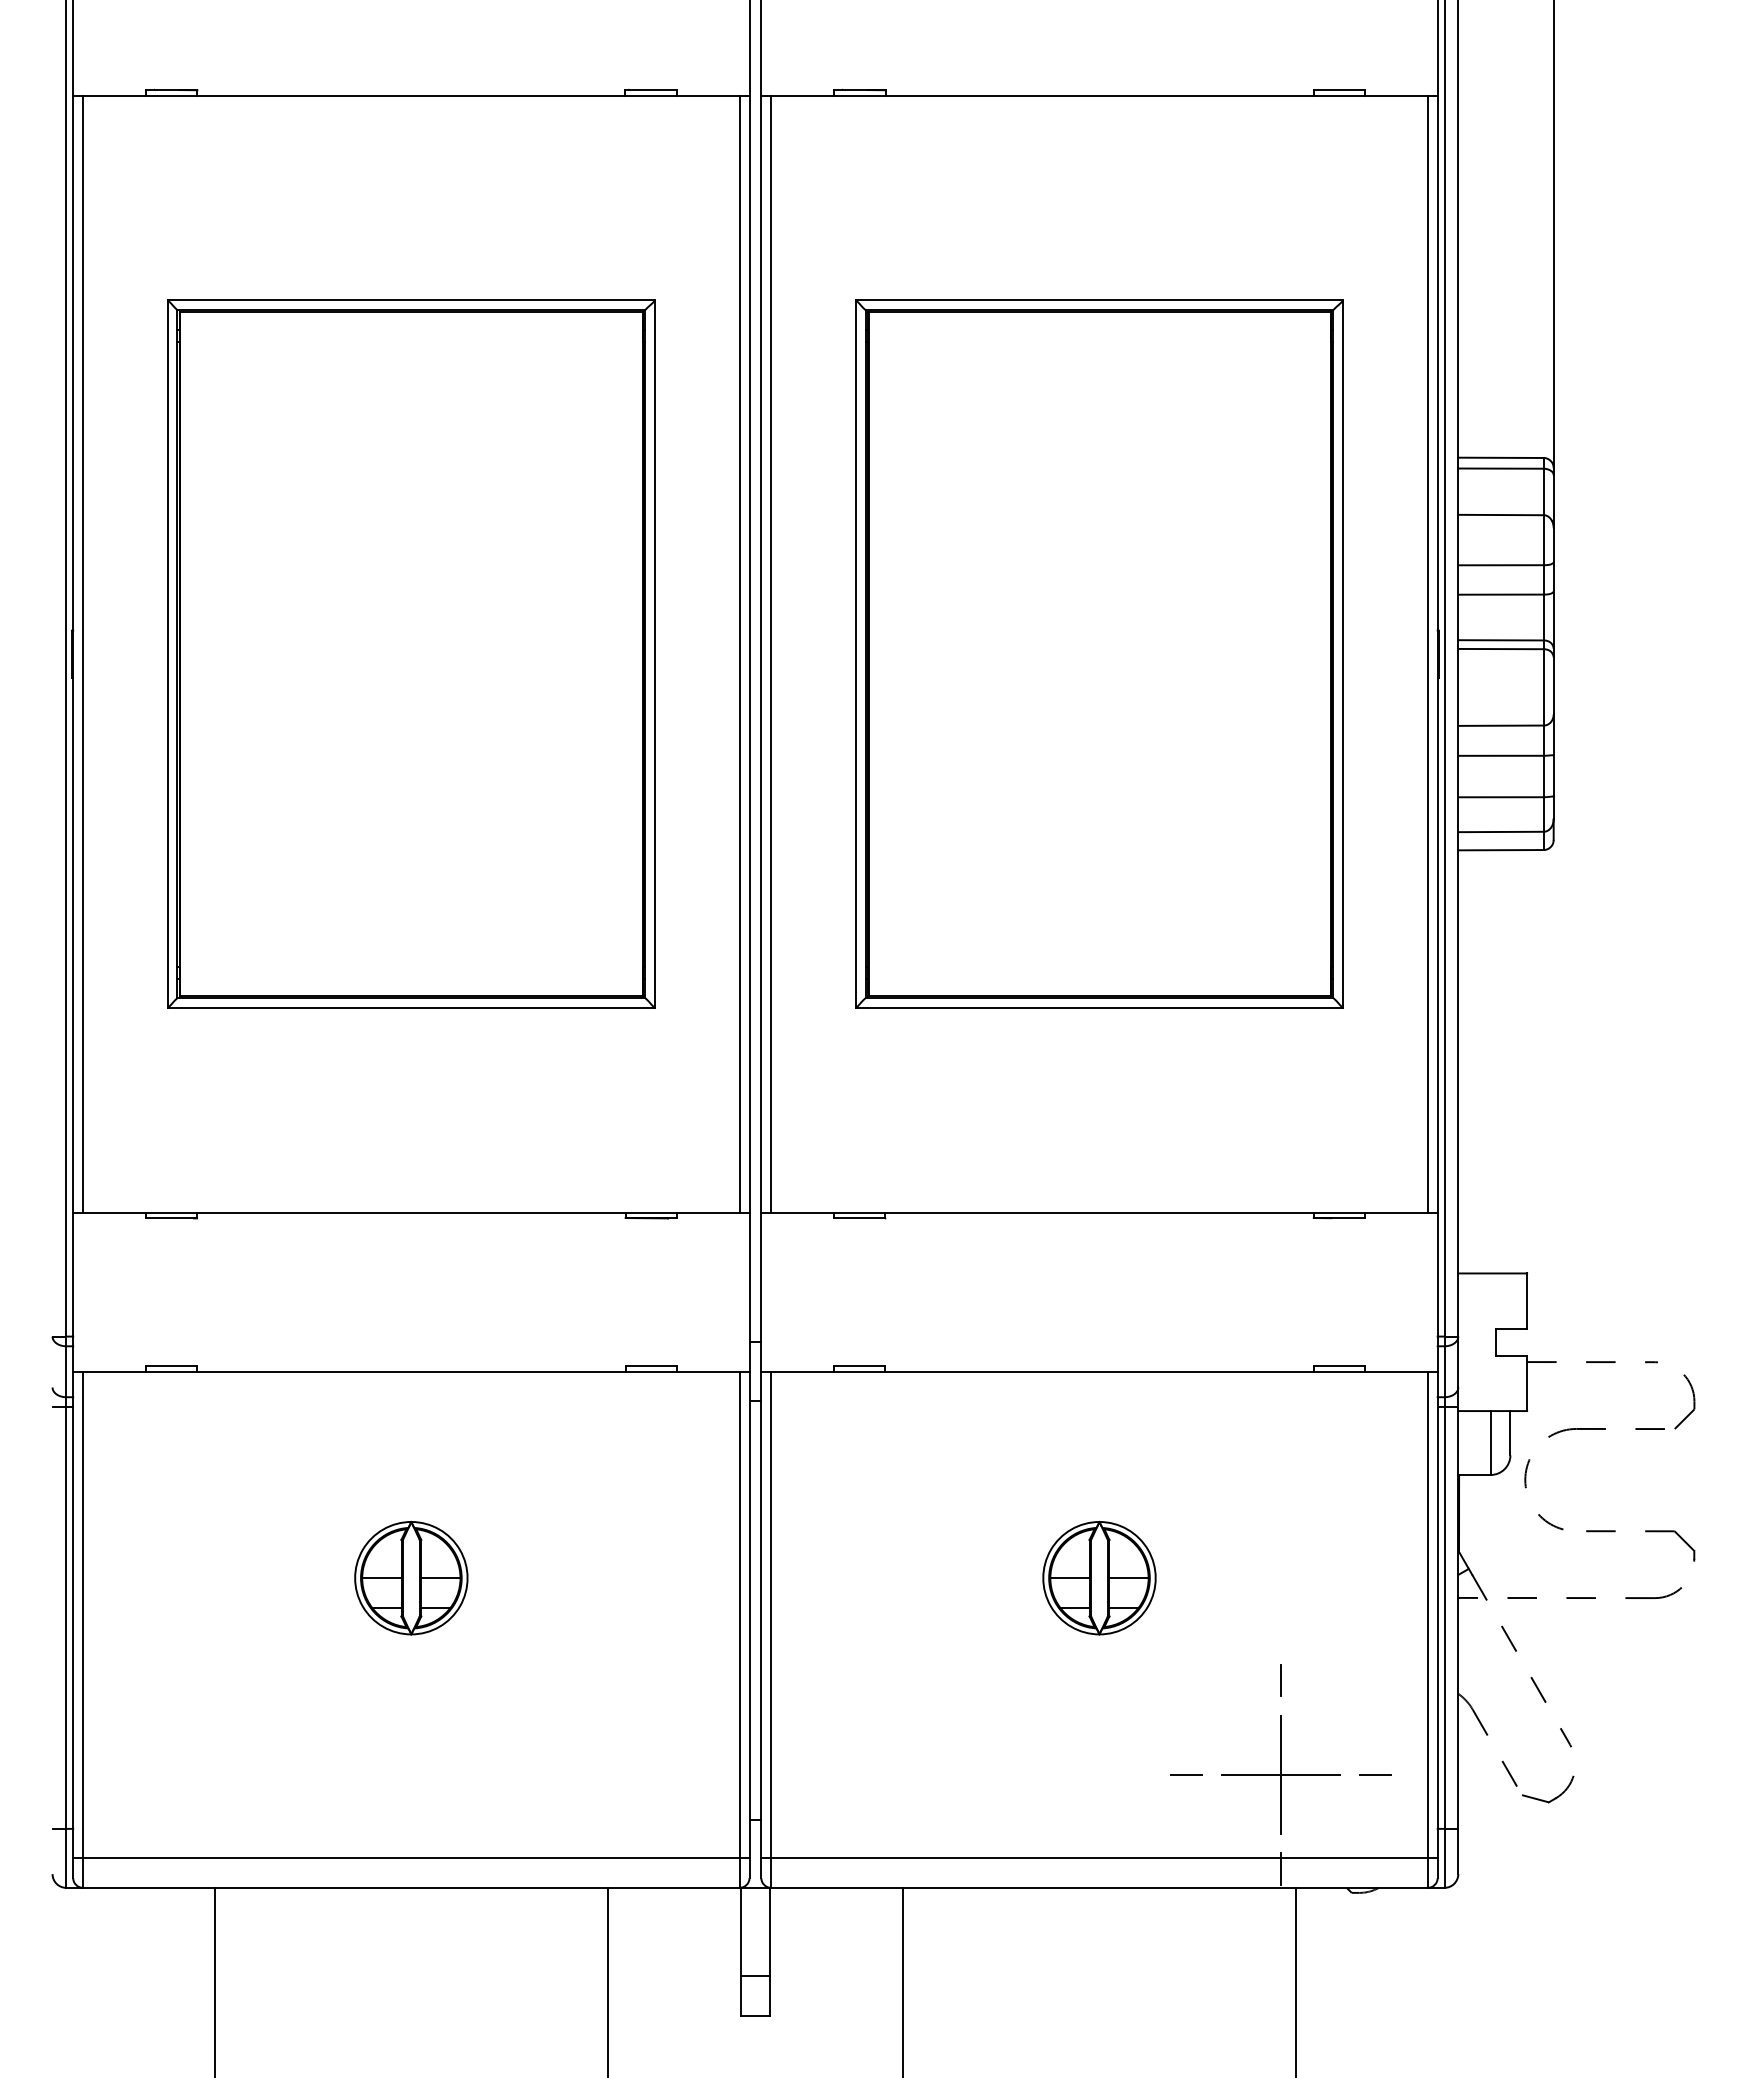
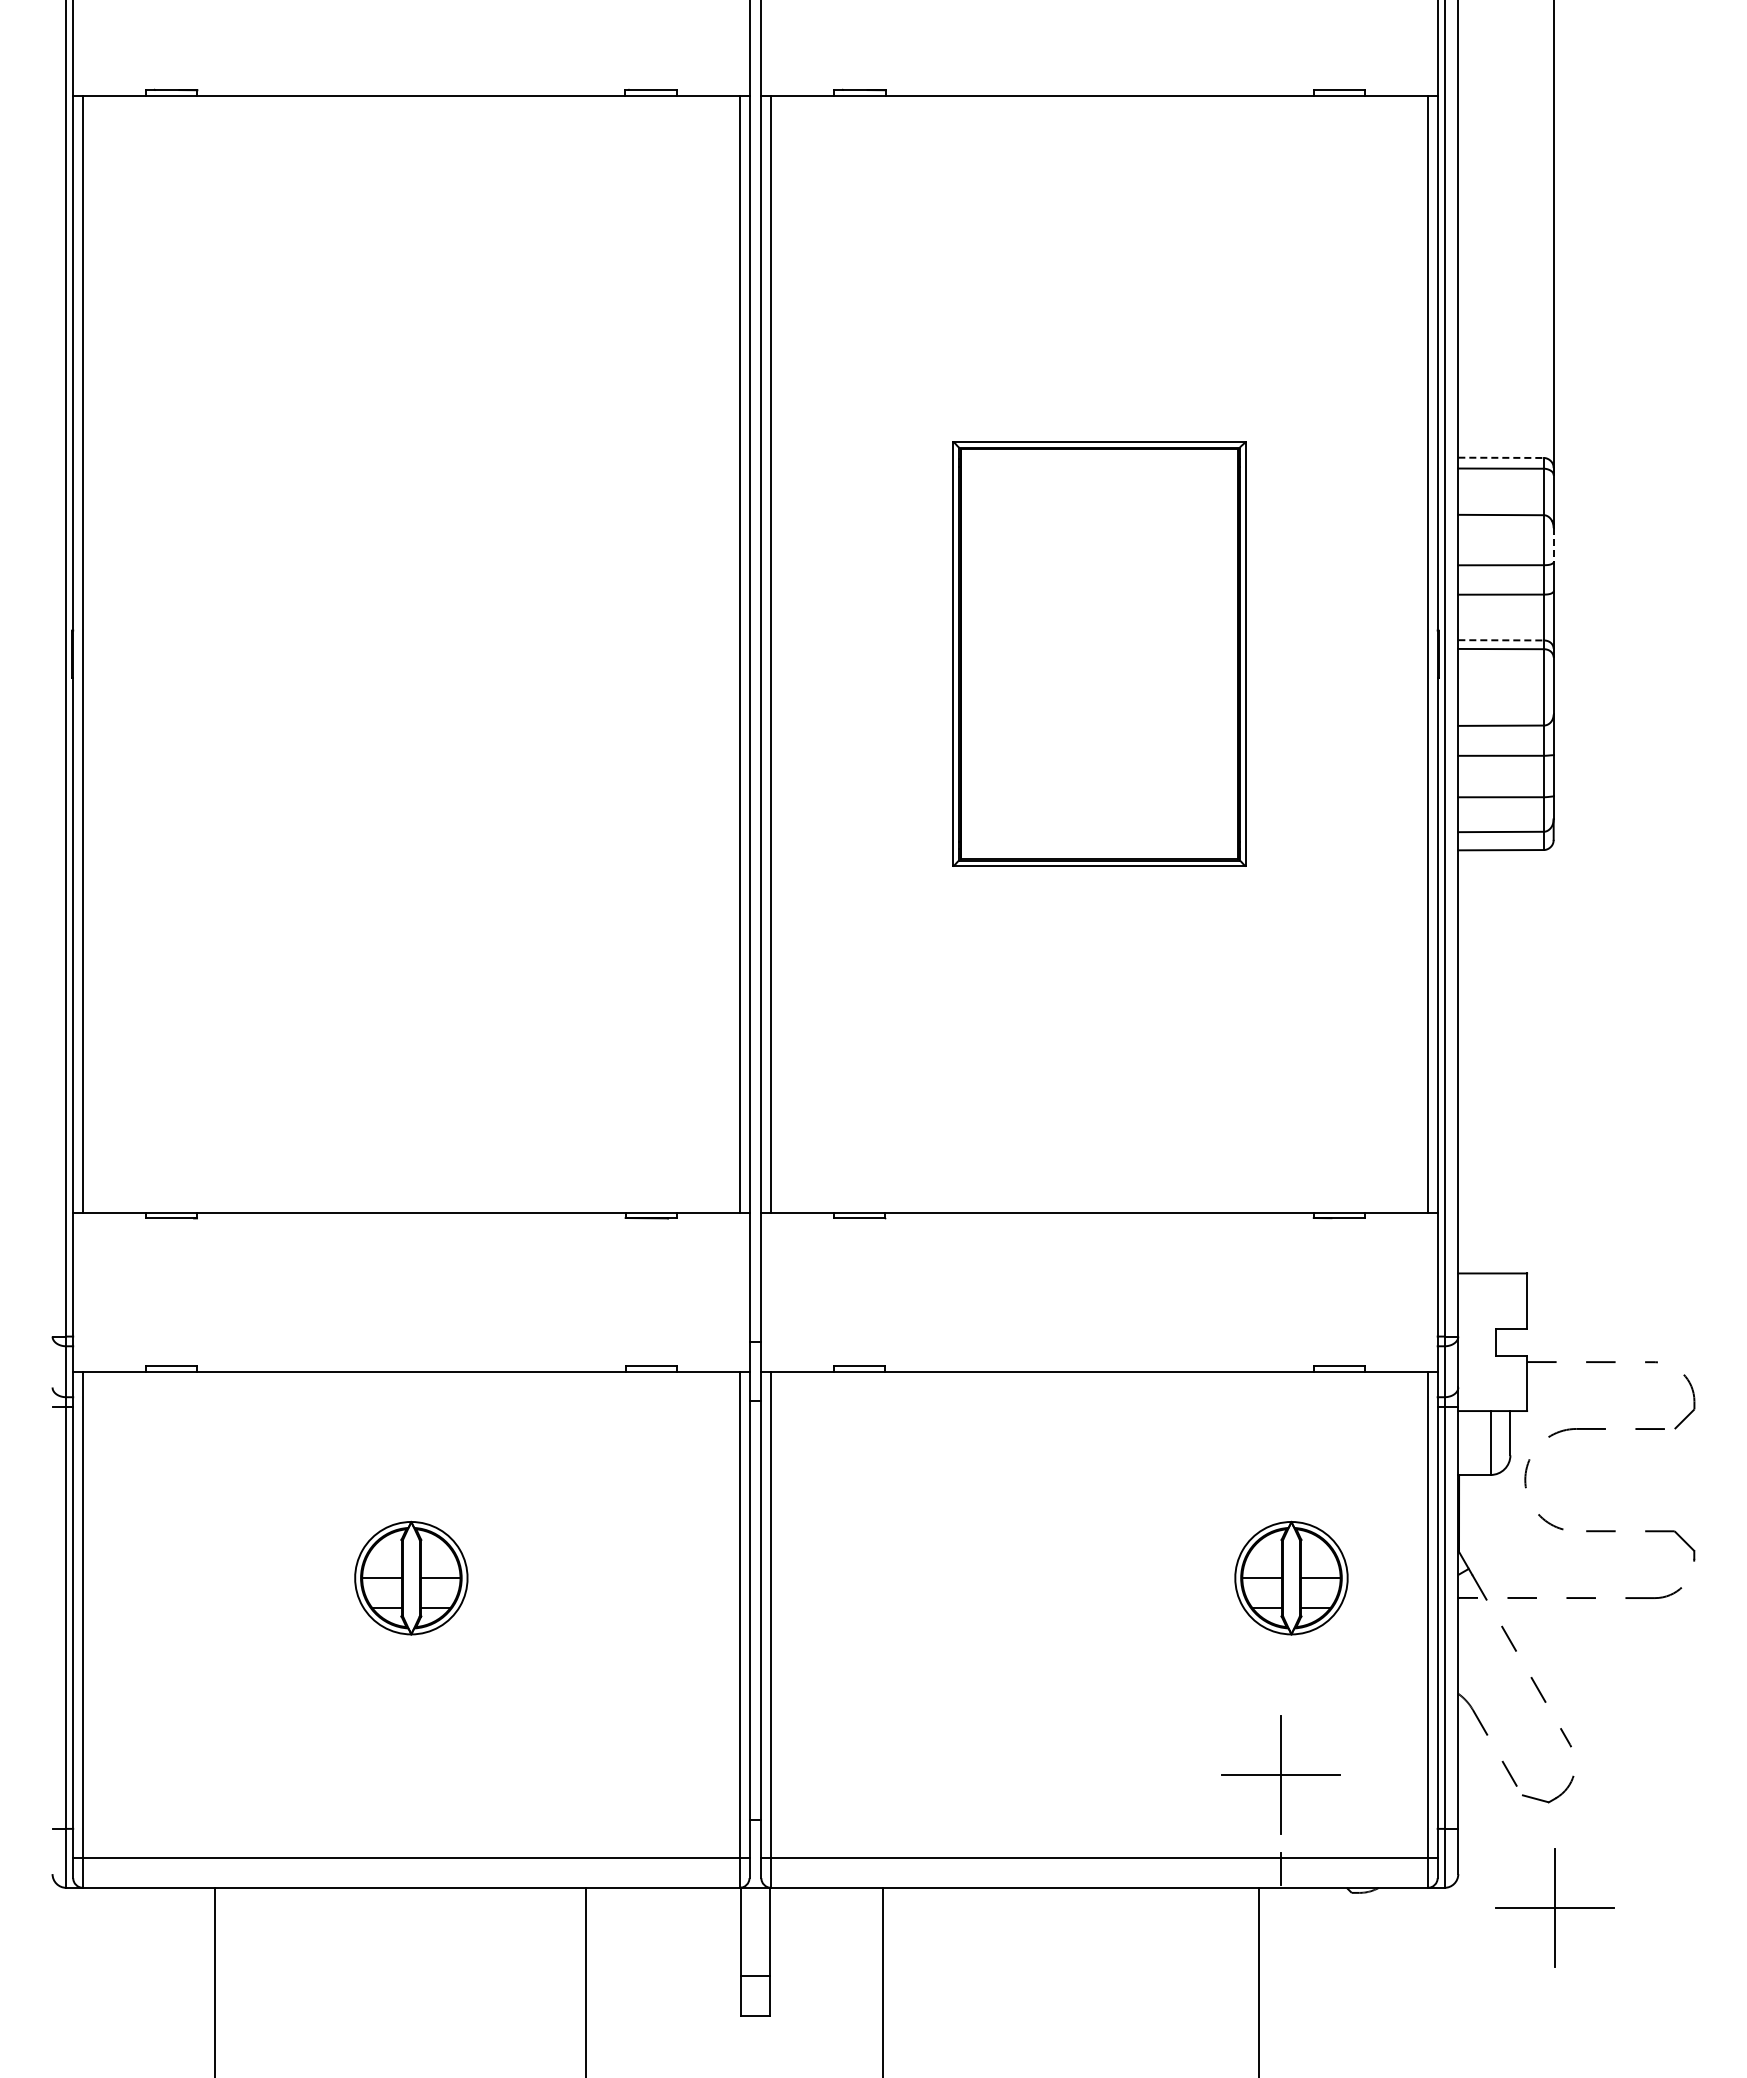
line at (1501, 457): solid -> dashed
line at (1553, 545): solid -> dashed
line at (1501, 640): solid -> dashed
part at (411, 653): present -> none
part at (1099, 653) size: 489x710 px -> 295x426 px
part at (1099, 1577) position: (1099, 1577) -> (1291, 1577)
line at (1281, 1680): present -> none
line at (1186, 1774): present -> none
line at (1375, 1774): present -> none
part at (1554, 1907): none -> present
line at (607, 1980) position: (607, 1980) -> (585, 1980)
line at (902, 1980) position: (902, 1980) -> (882, 1980)
line at (1296, 1980) position: (1296, 1980) -> (1259, 1980)
